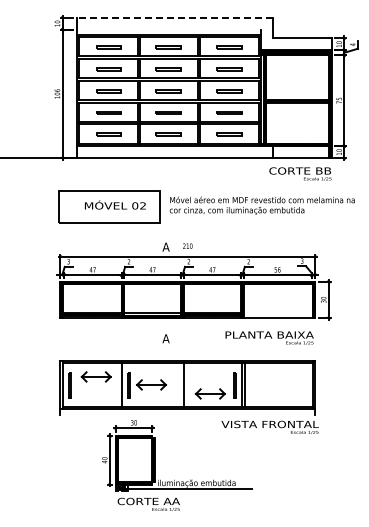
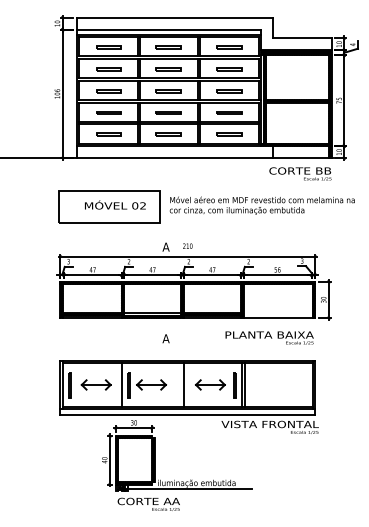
line at (174, 17): dashed -> solid
line at (168, 29): none -> present
part at (95, 376) position: (95, 376) -> (95, 384)
part at (210, 393) position: (210, 393) -> (210, 384)
line at (187, 415): none -> present
